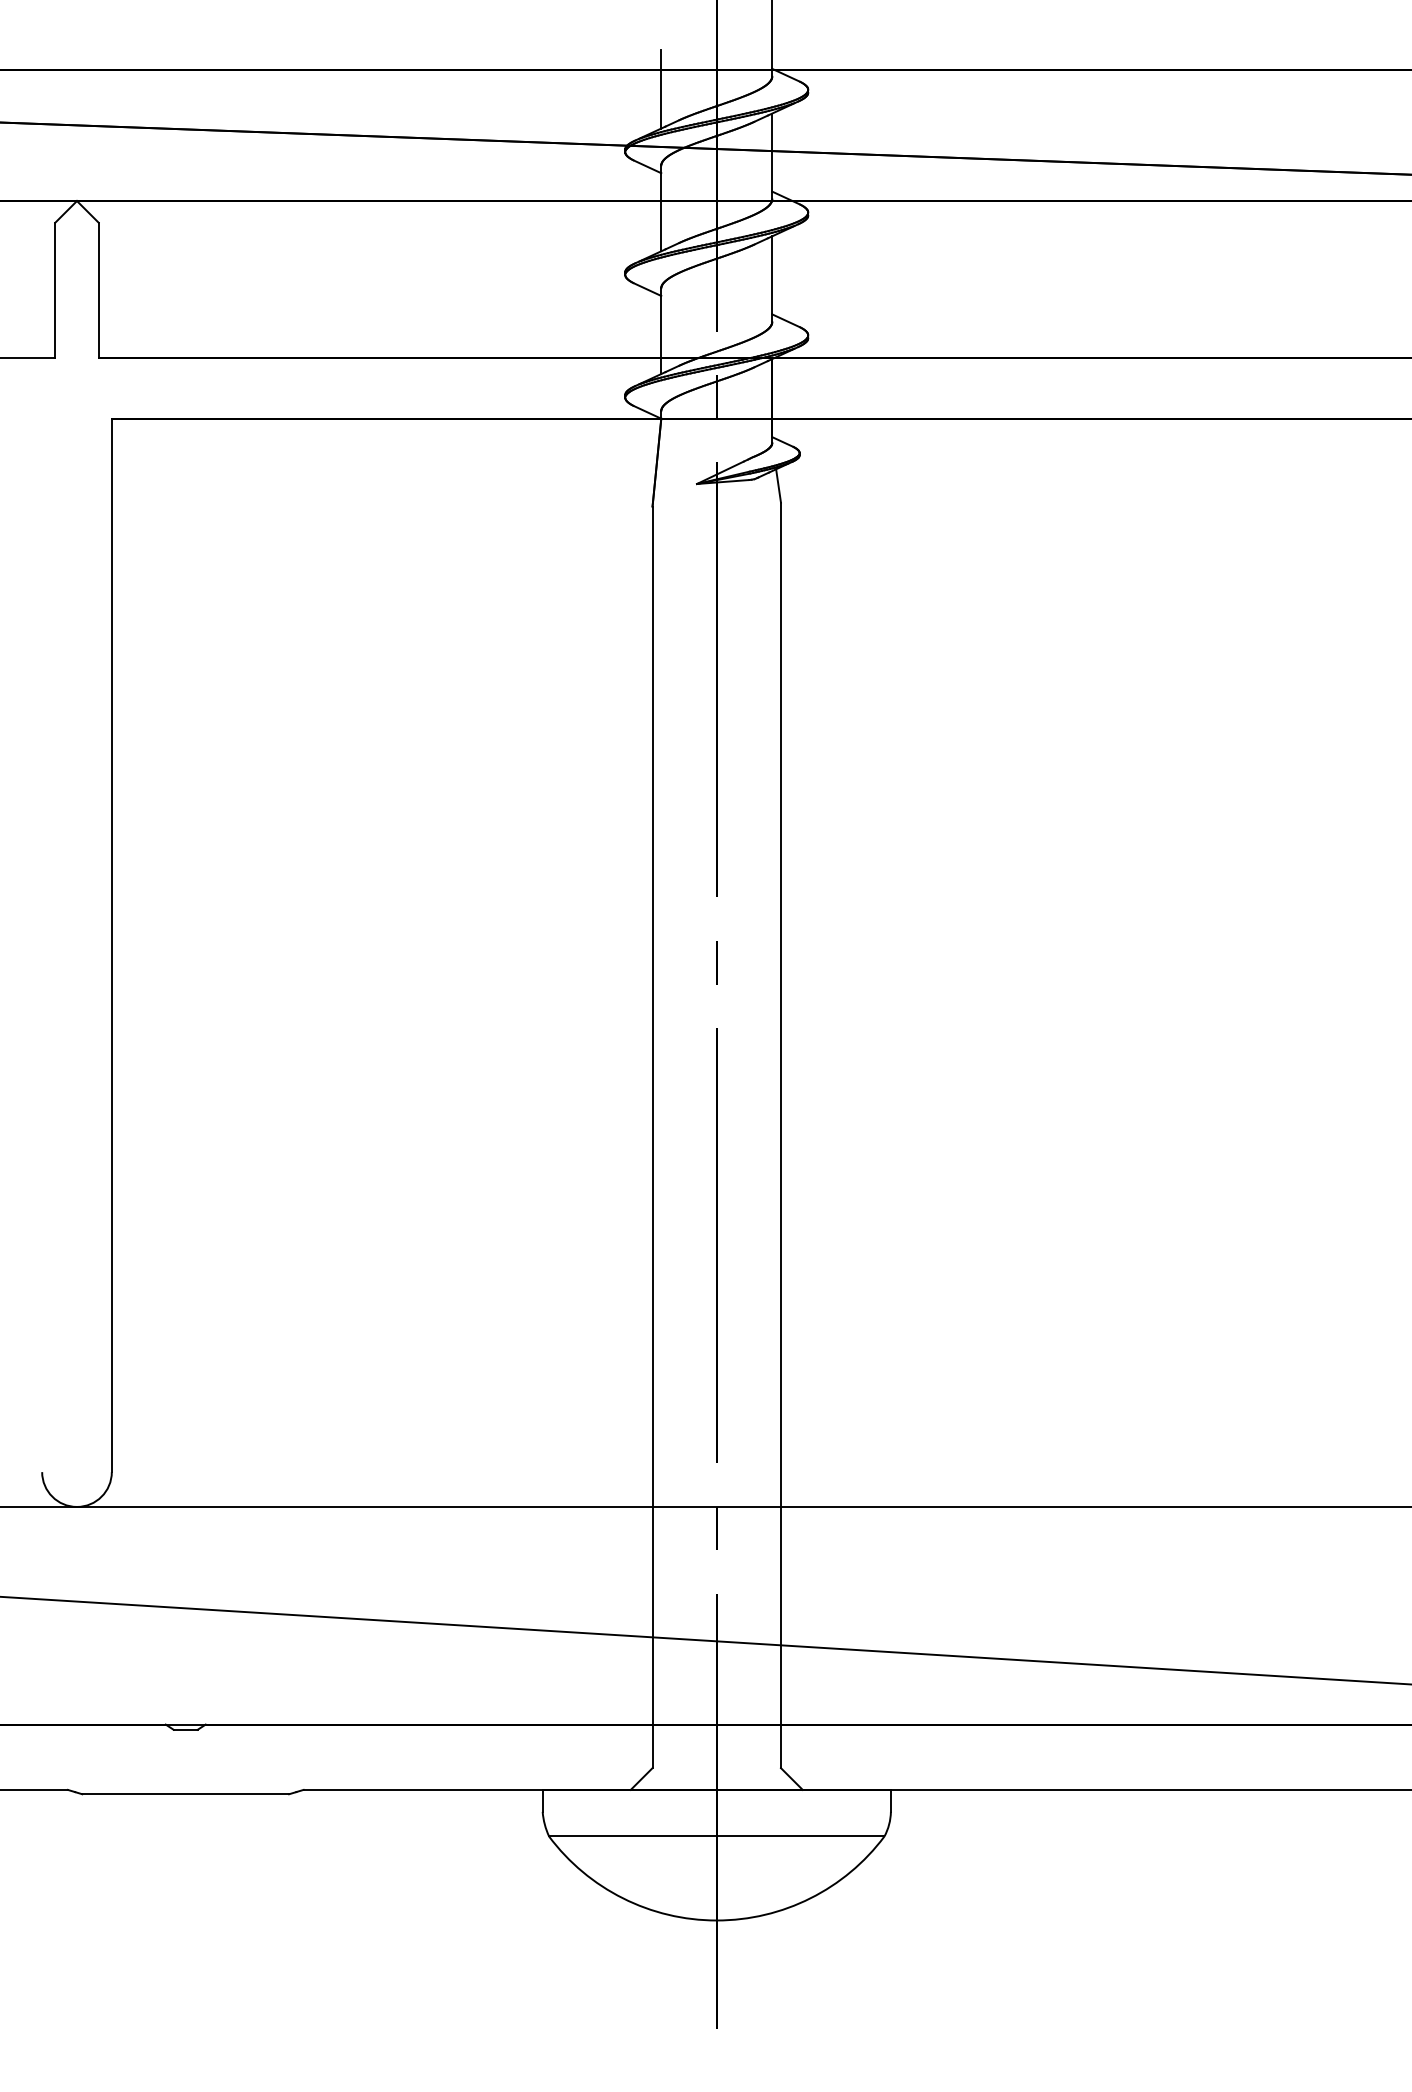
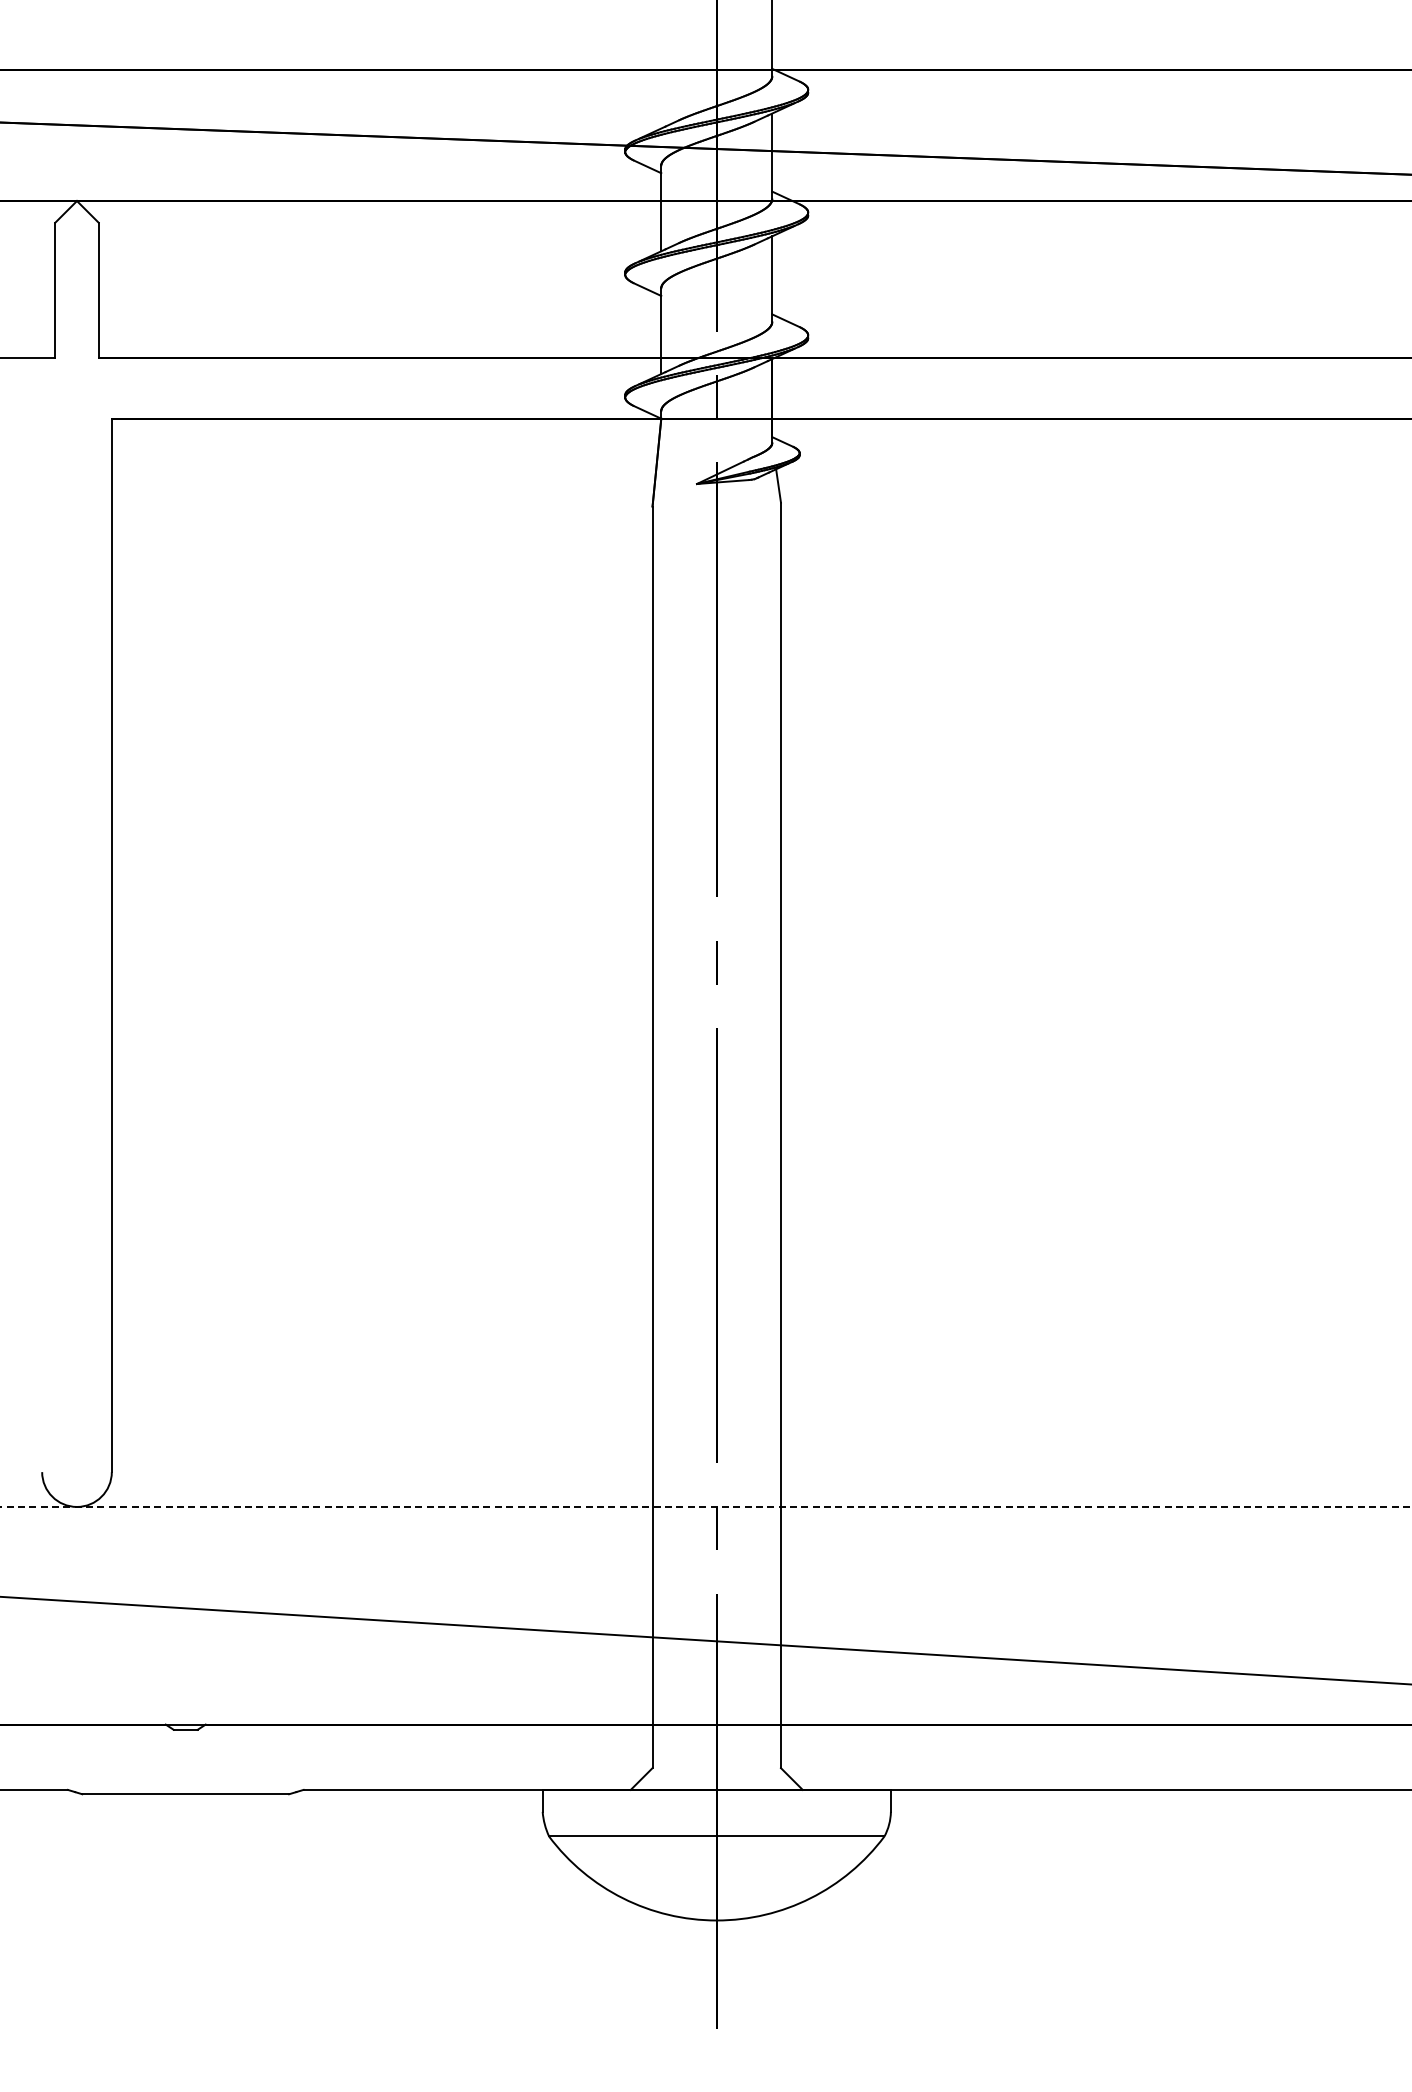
line at (661, 89): present -> none
line at (705, 1506): solid -> dashed
